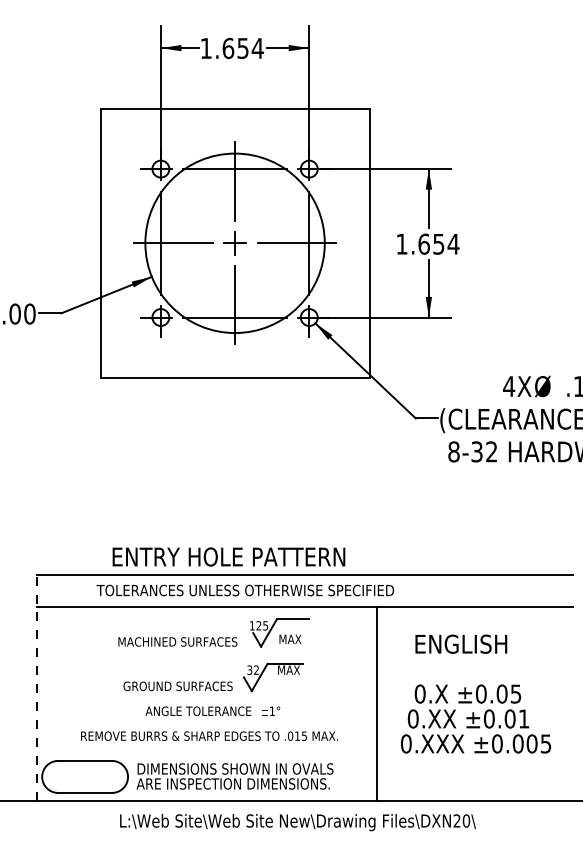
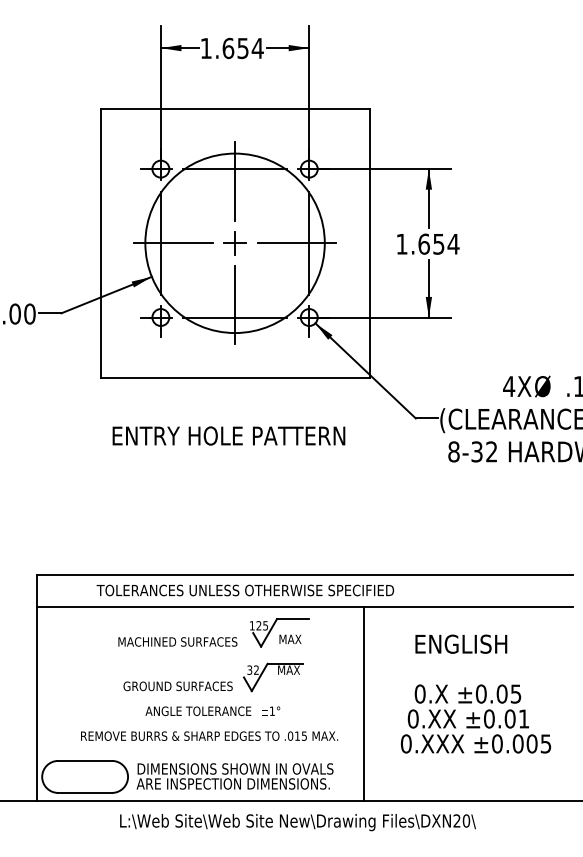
text at (228, 556) position: (228, 556) -> (228, 435)
line at (37, 687): dashed -> solid
line at (376, 703) position: (376, 703) -> (363, 703)
